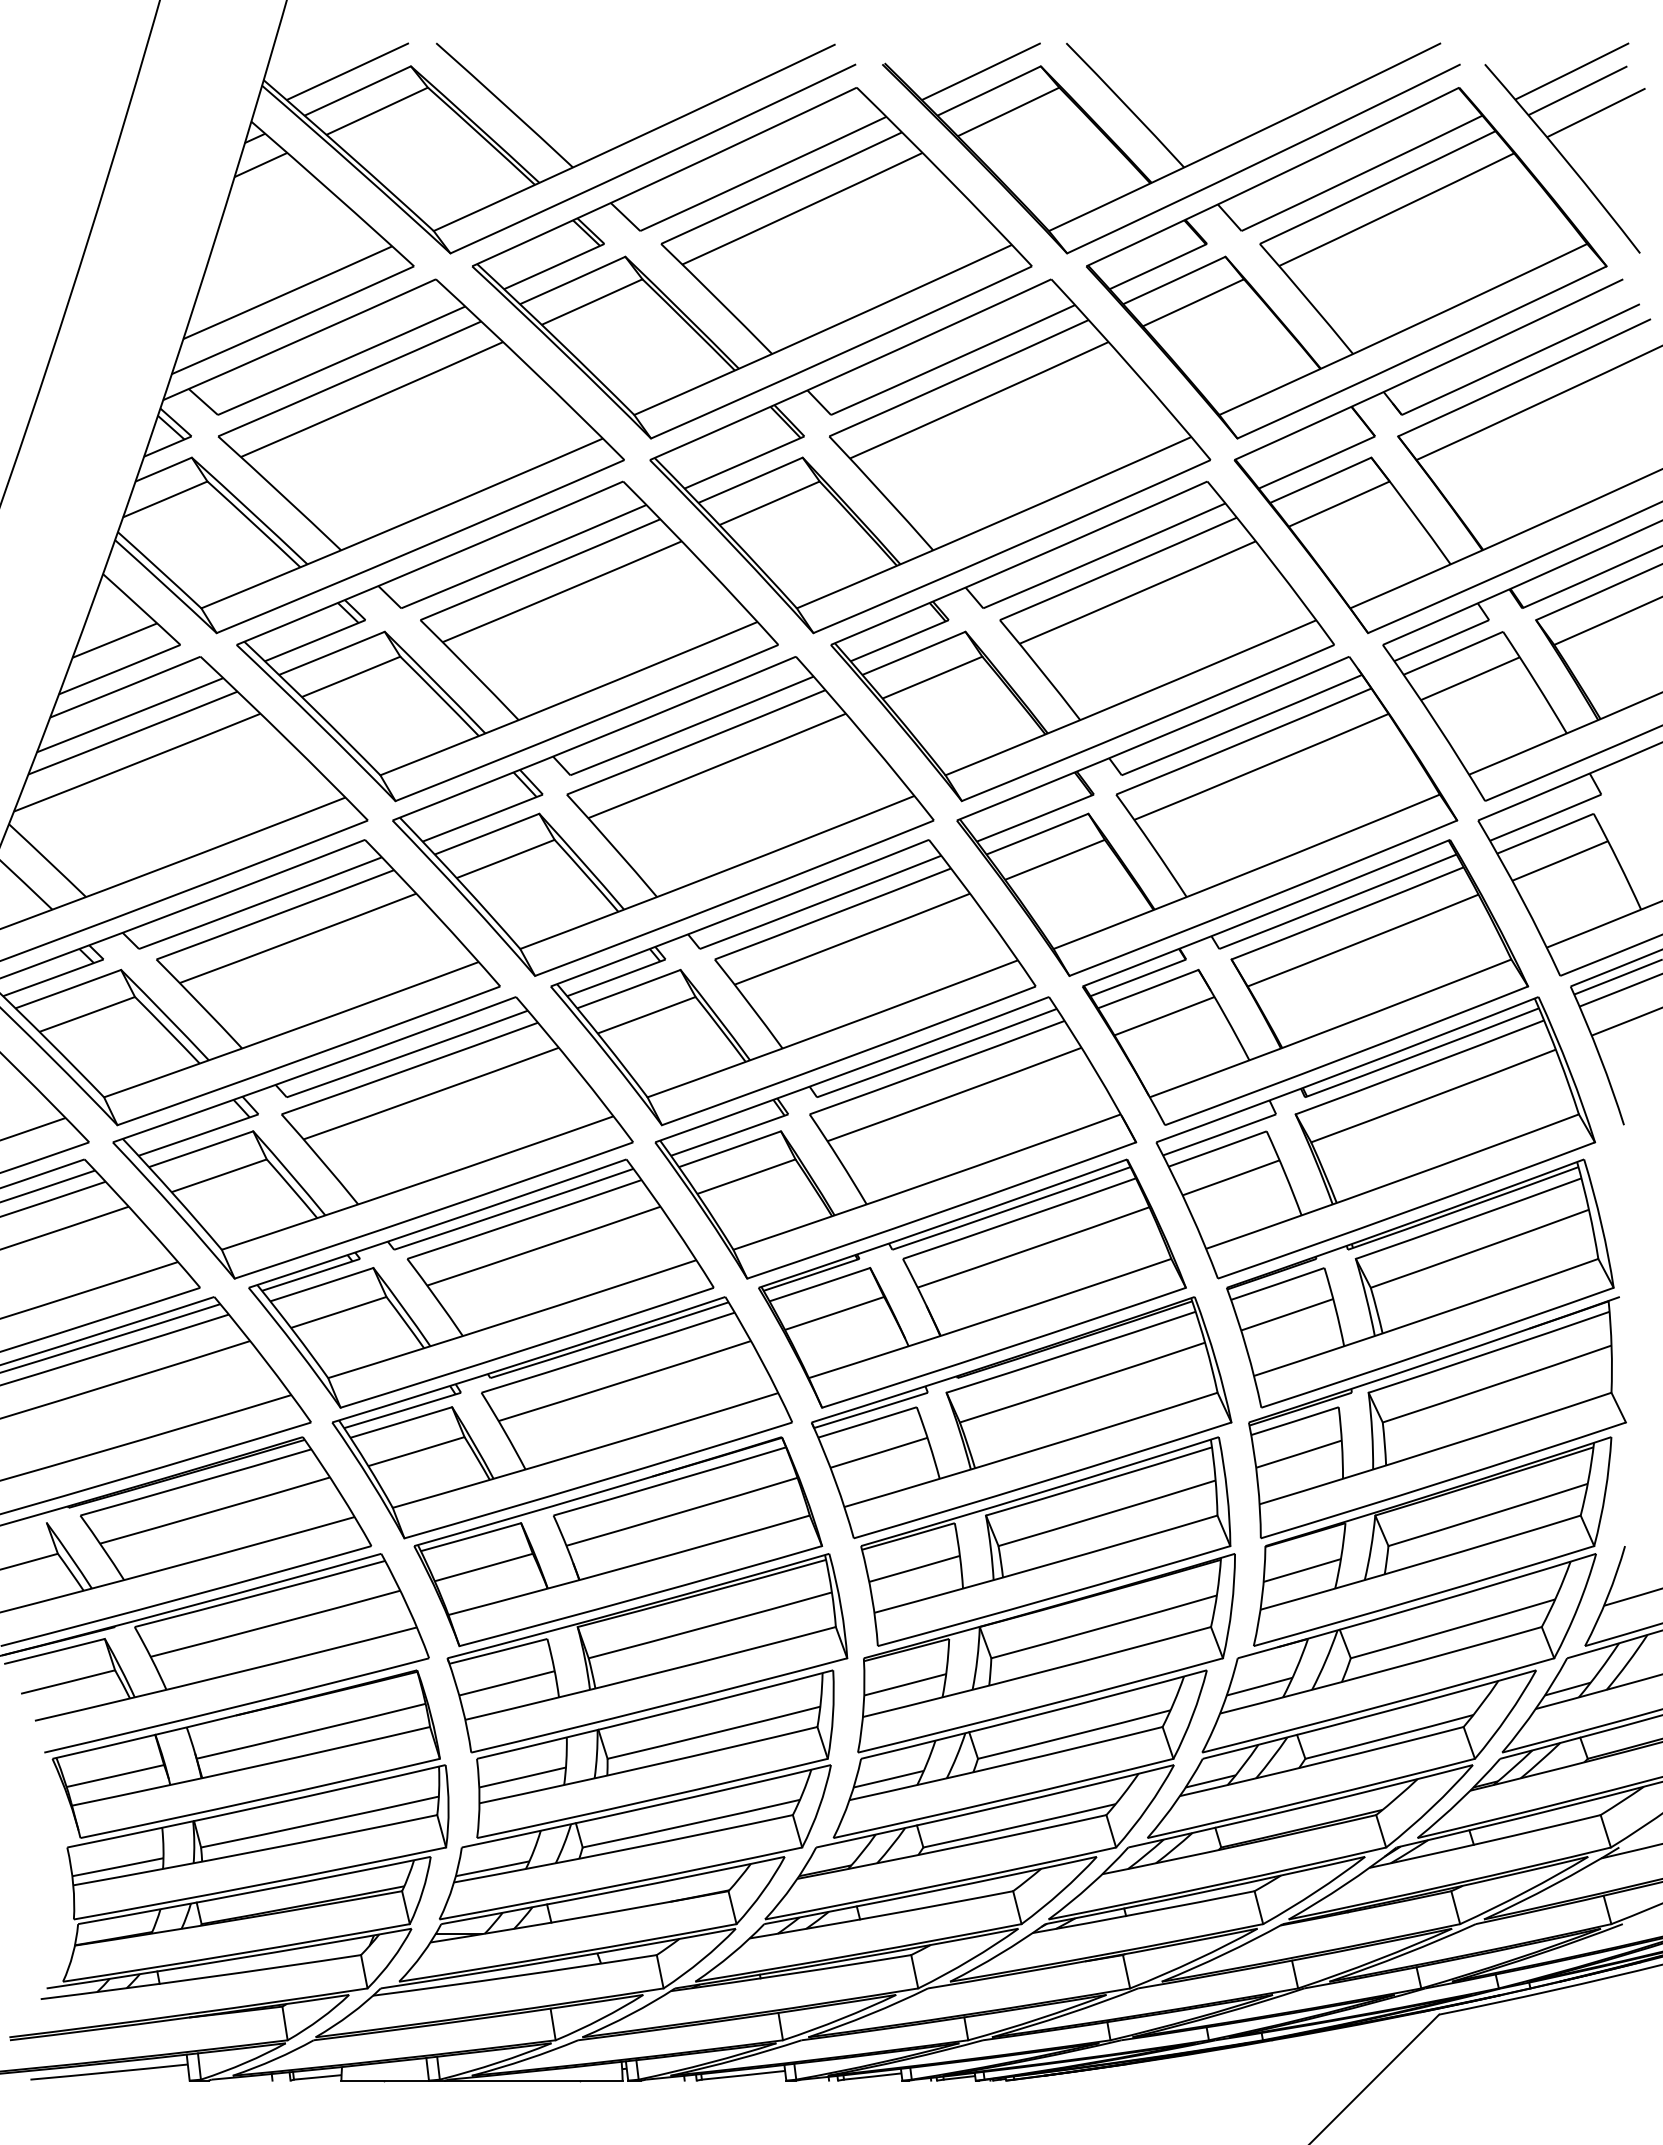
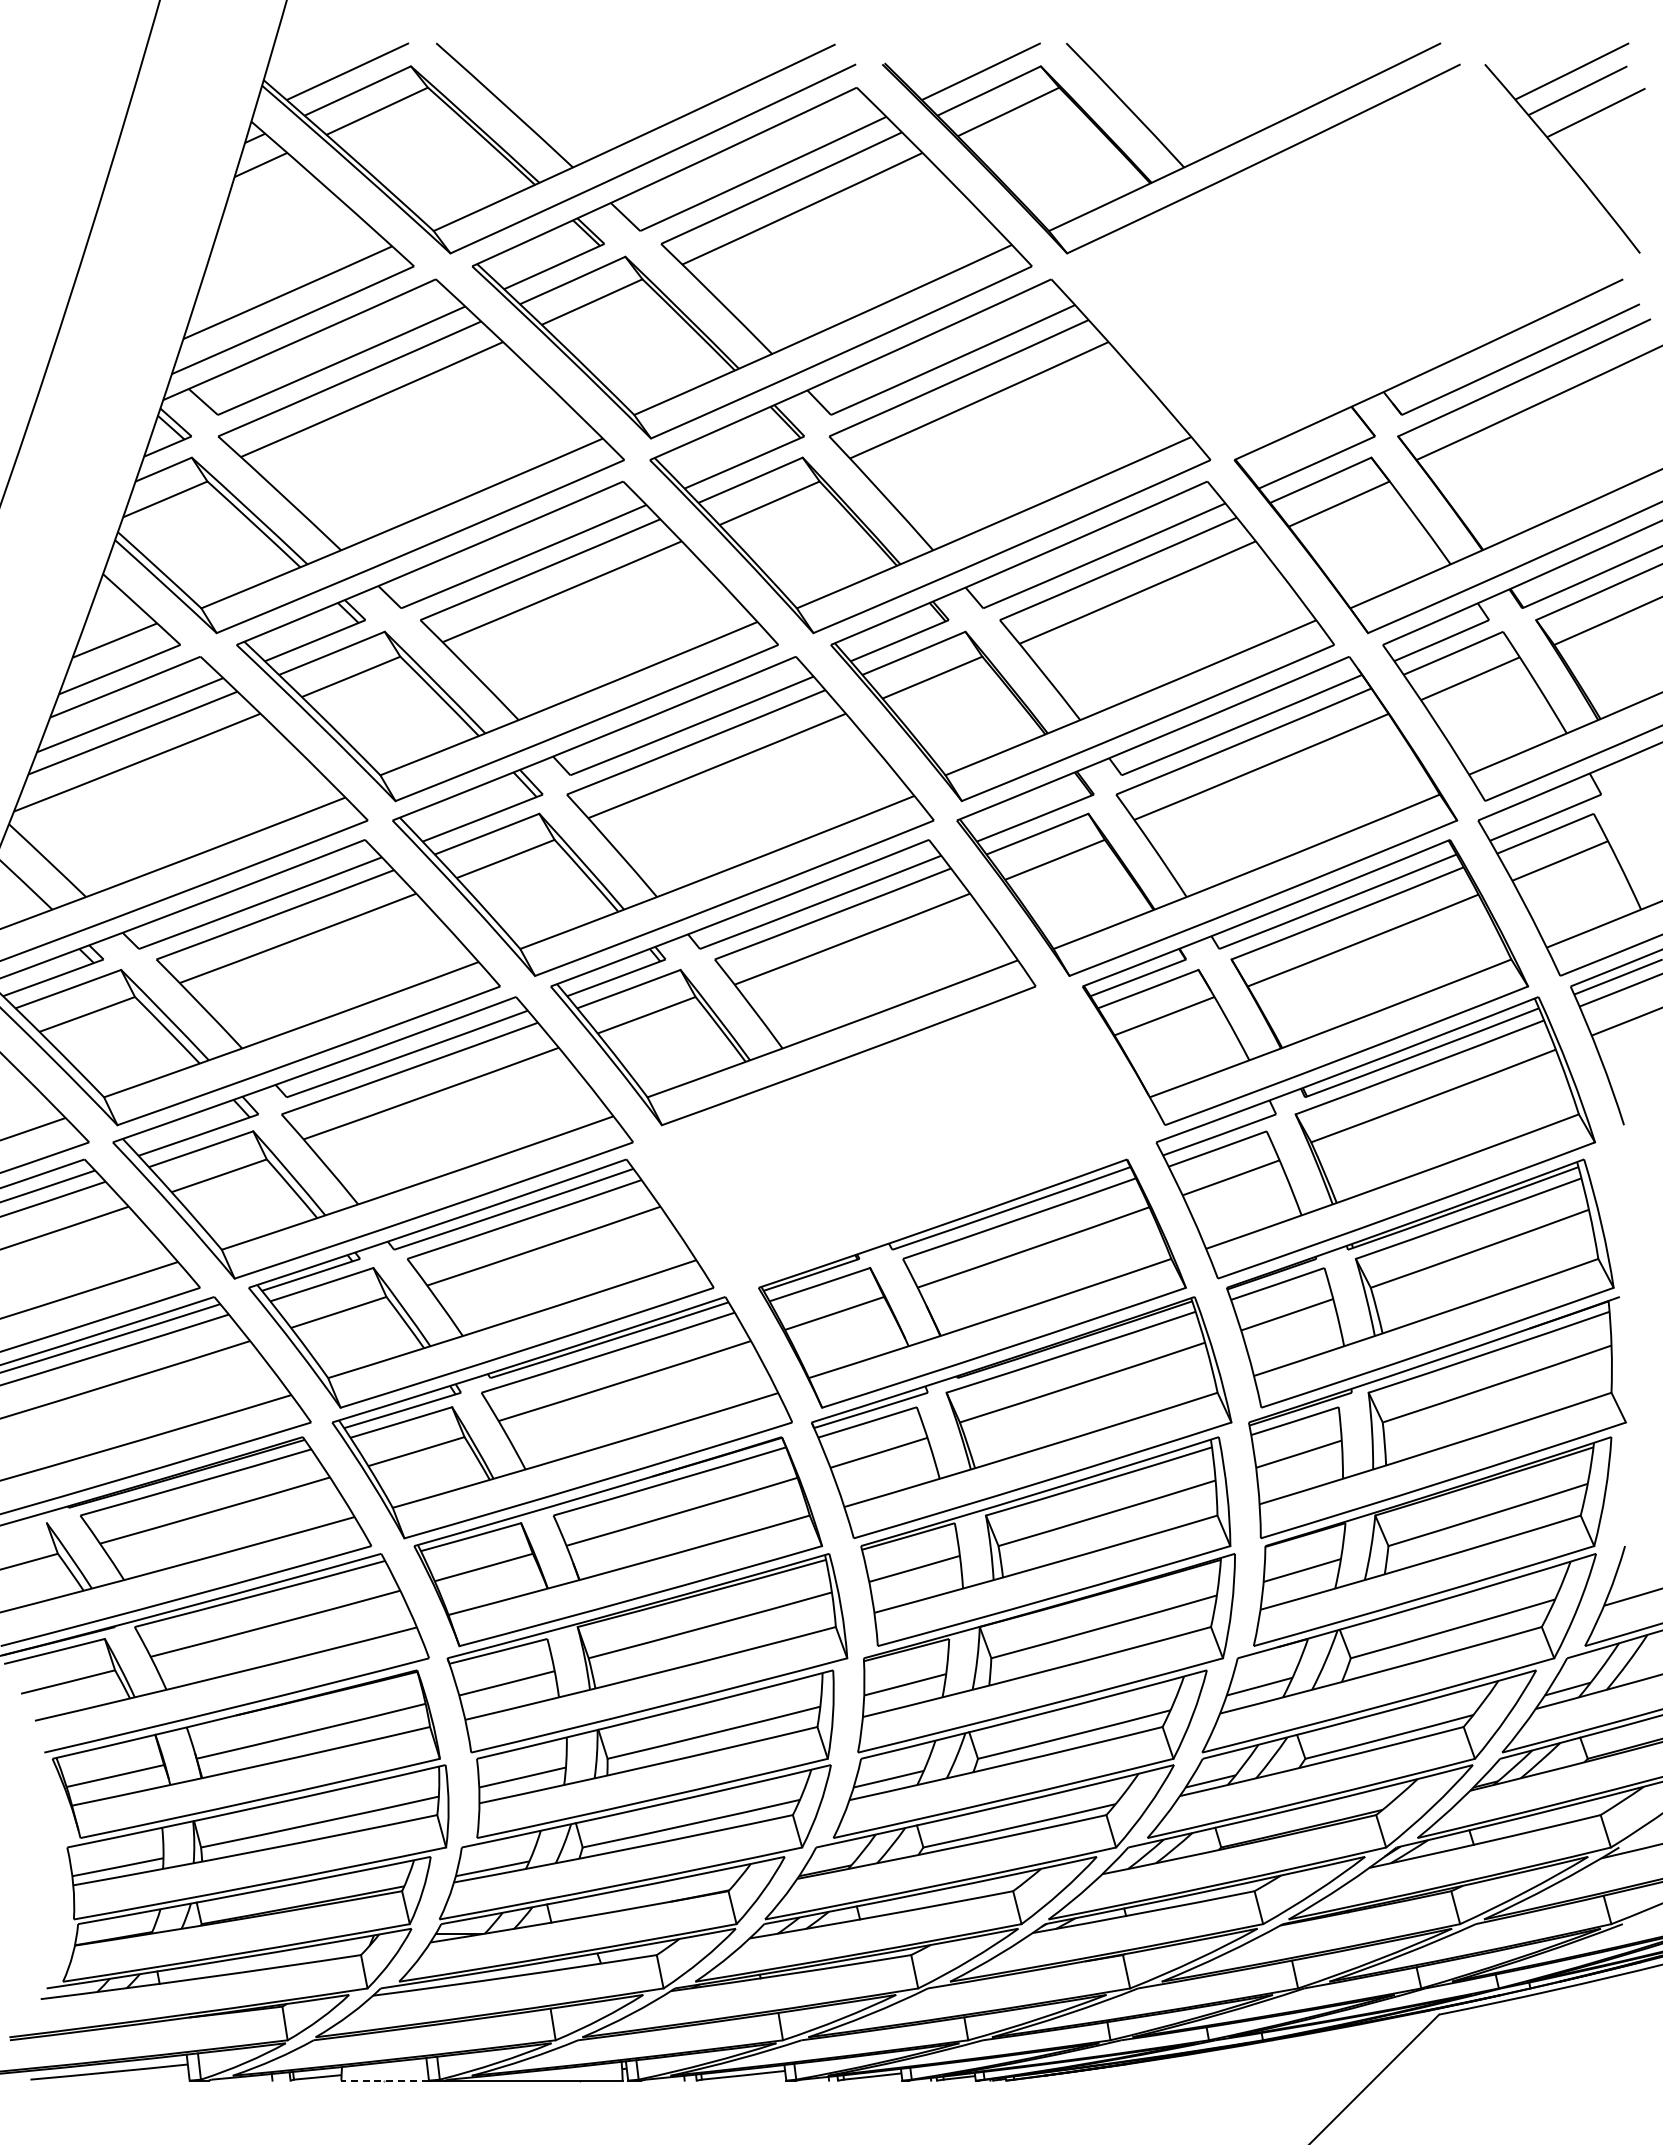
part at (1346, 263): present -> none
part at (895, 1137): present -> none
line at (385, 2080): solid -> dashed
